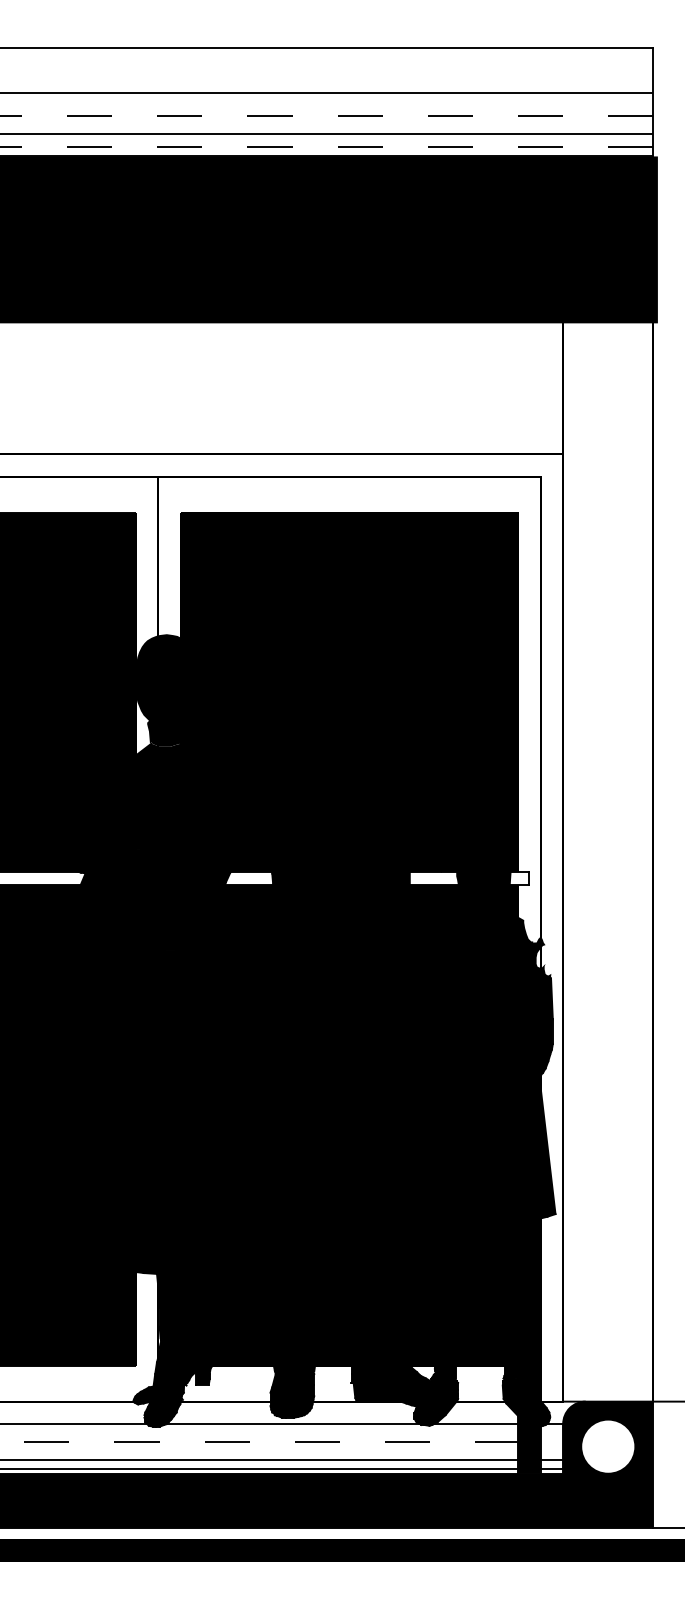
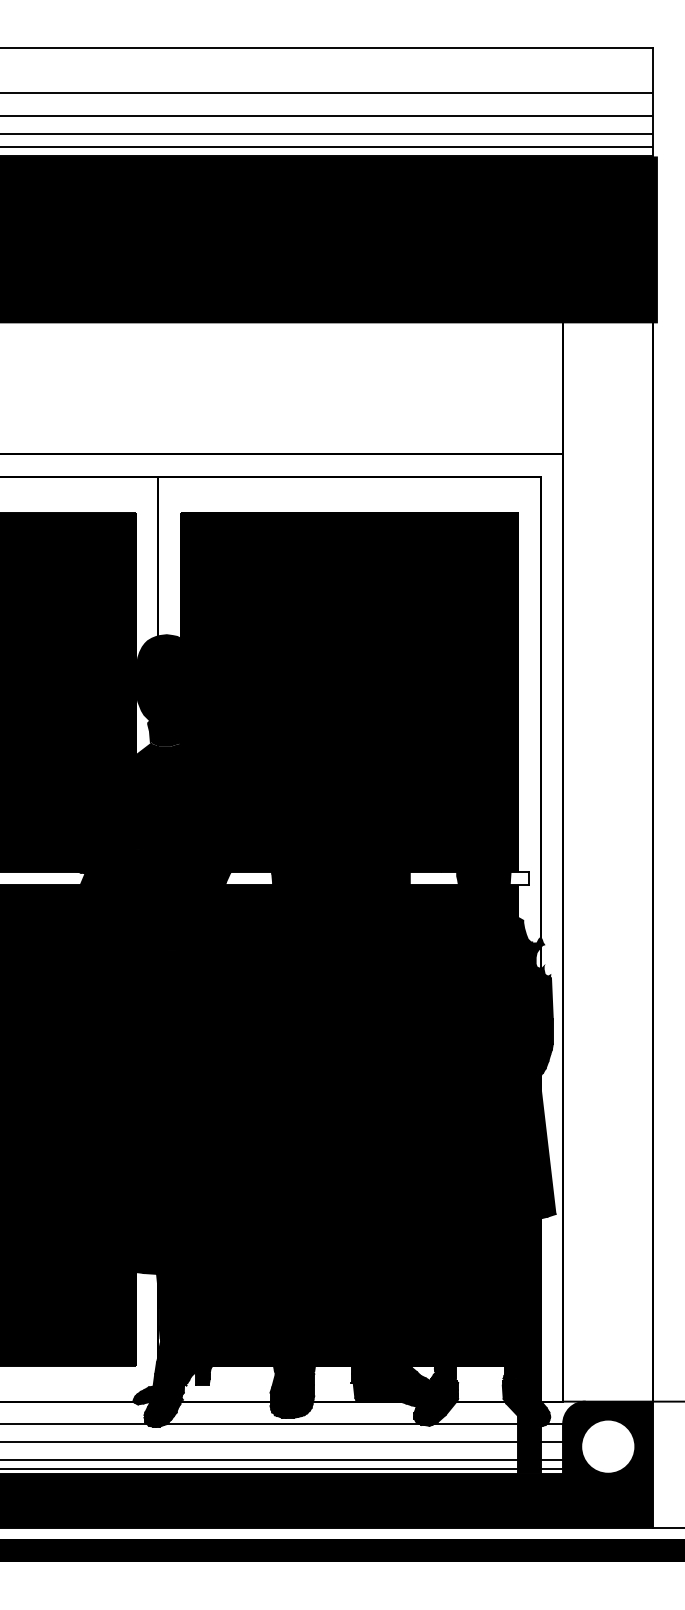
line at (327, 115): dashed -> solid
line at (327, 147): dashed -> solid
line at (282, 1442): dashed -> solid
